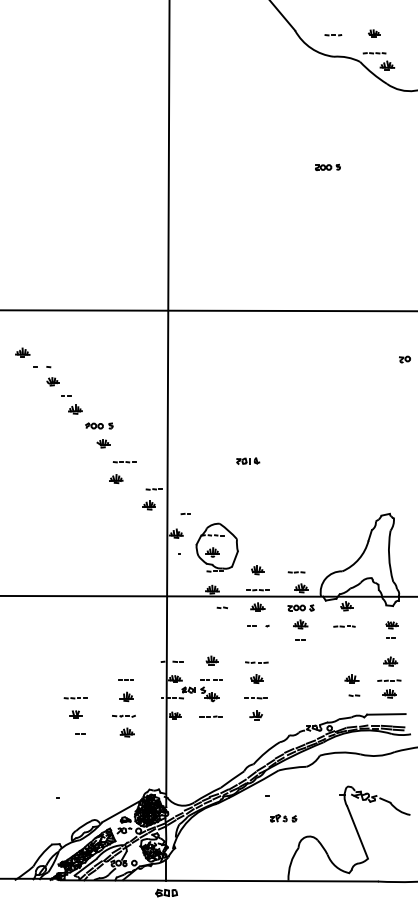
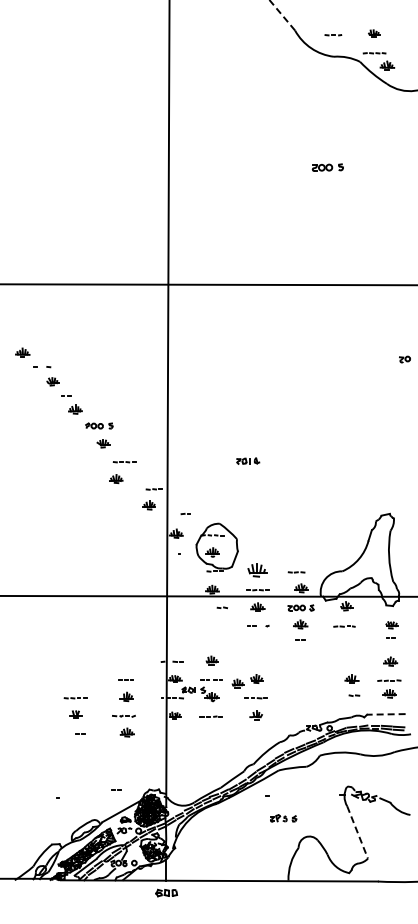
line at (282, 15): solid -> dashed
part at (327, 166) size: 26x8 px -> 33x9 px
line at (208, 310) position: (208, 310) -> (208, 284)
part at (257, 570) size: 14x11 px -> 21x15 px
line at (255, 662): present -> none
part at (237, 683): none -> present
line at (385, 714): solid -> dashed
part at (116, 789): none -> present
line at (357, 832): solid -> dashed
